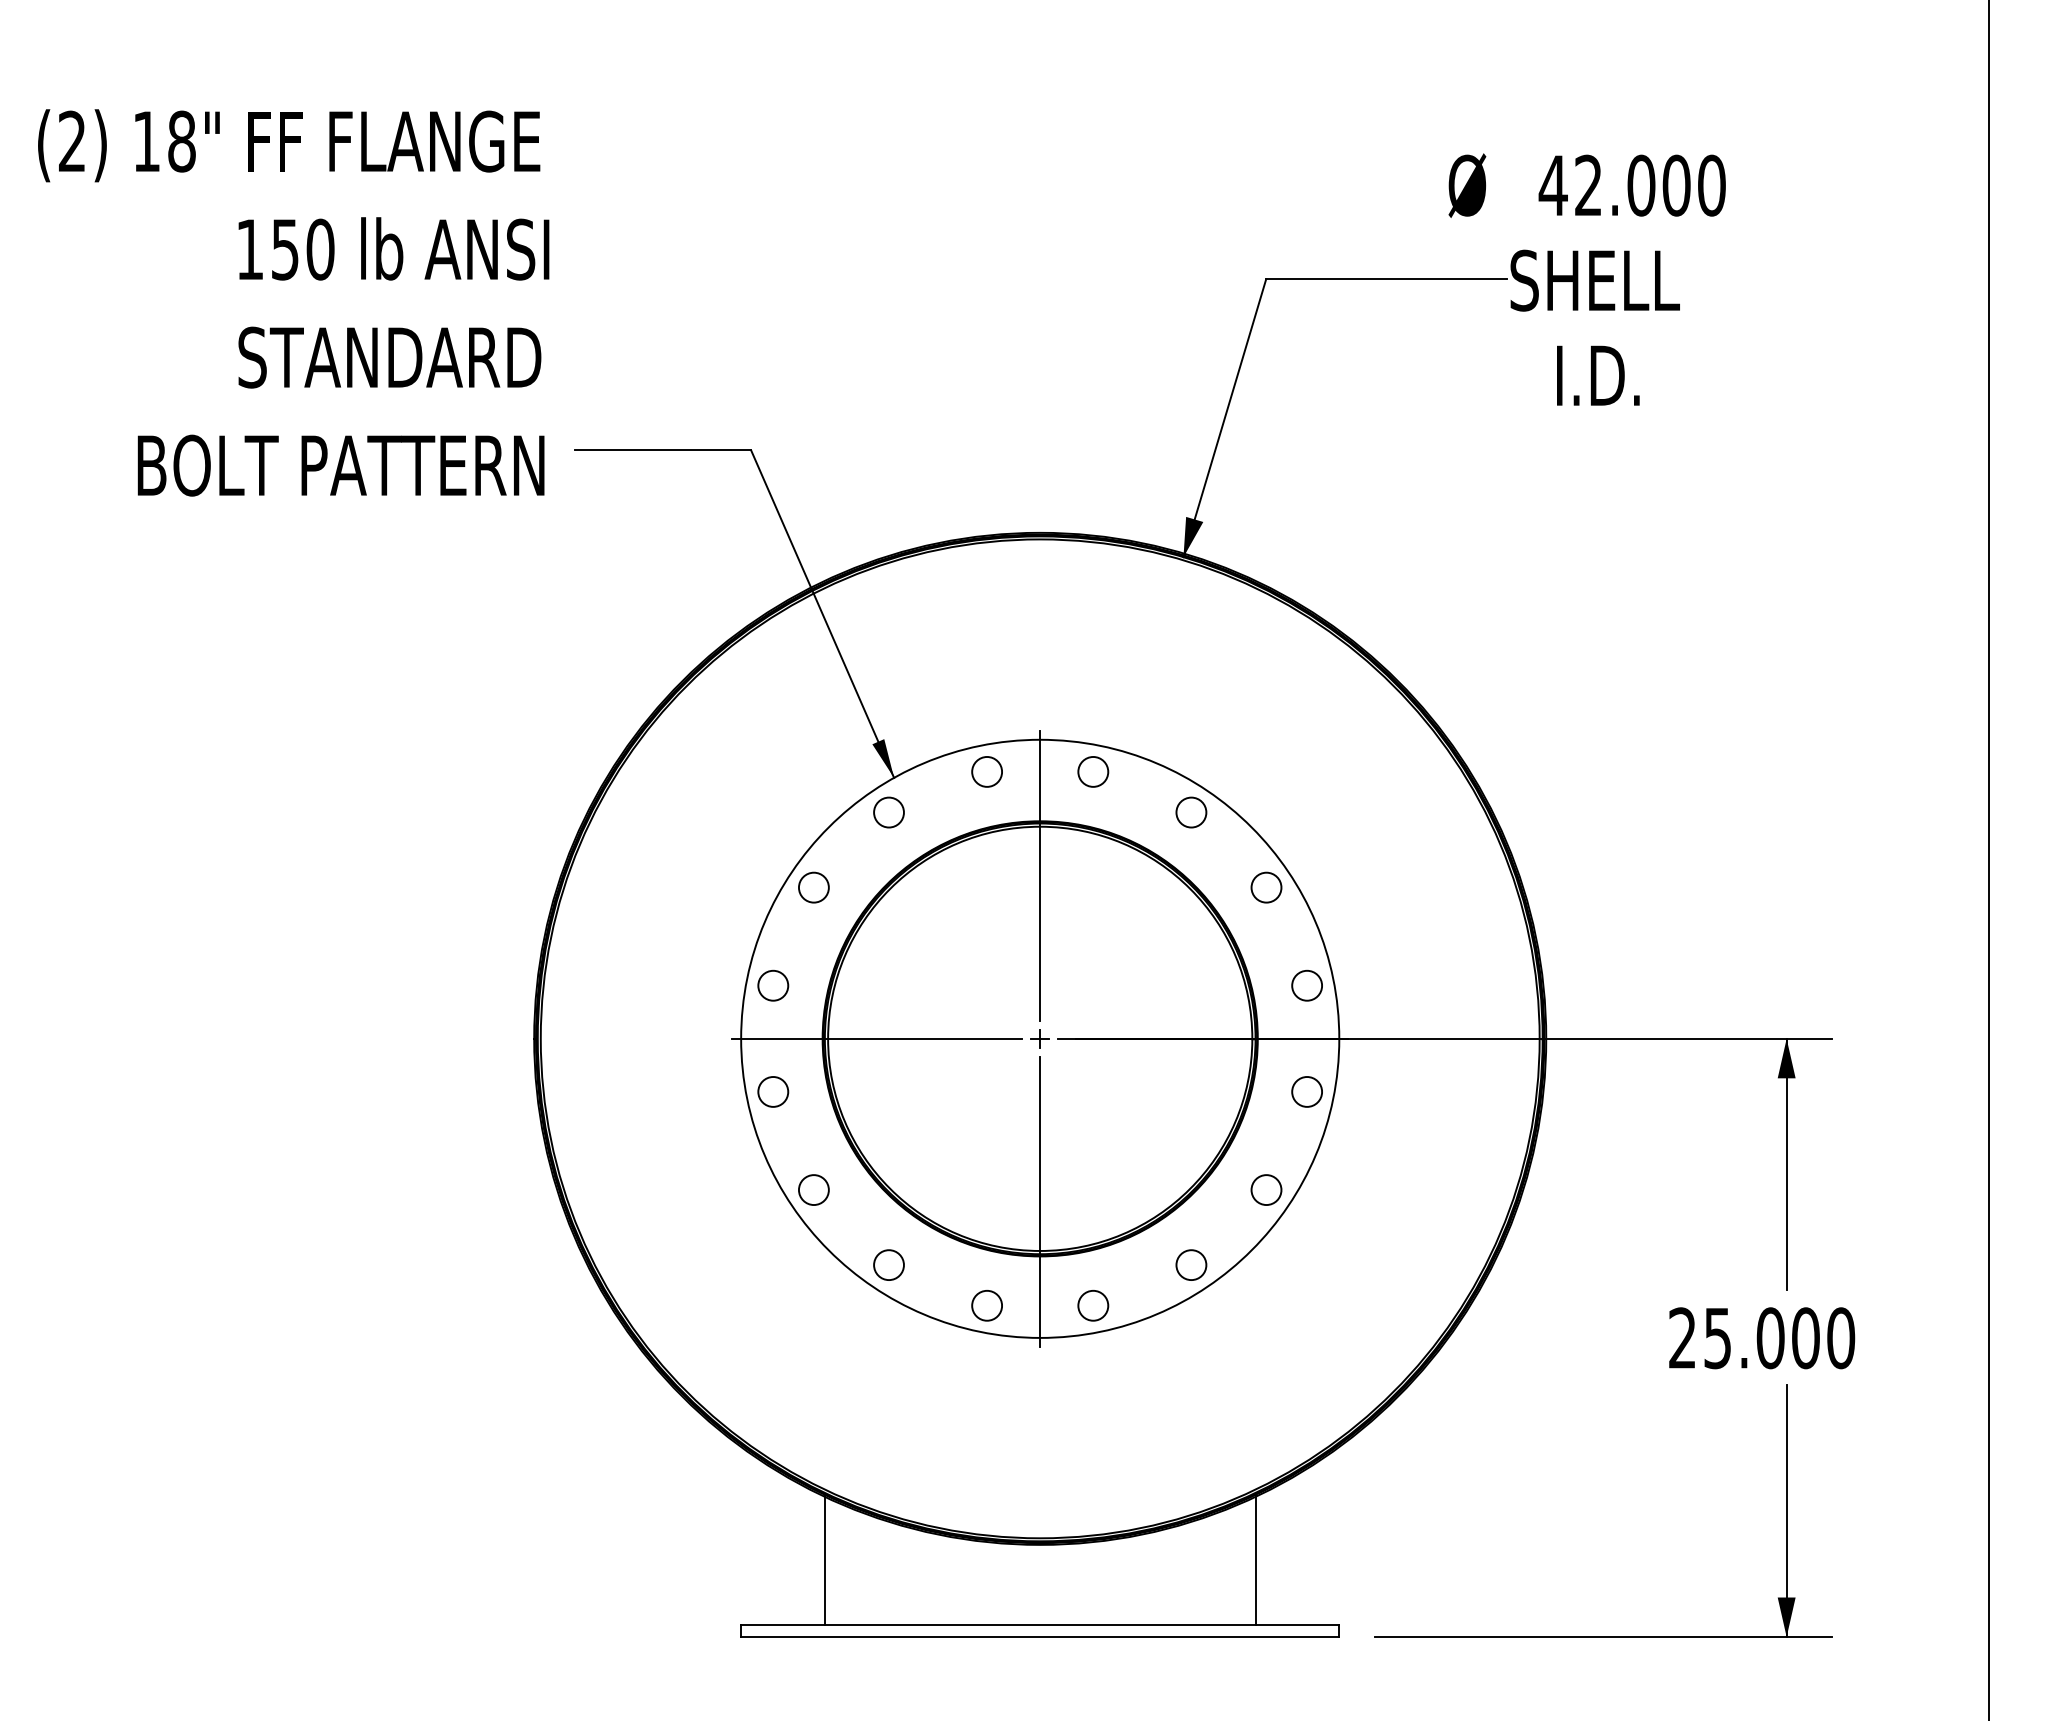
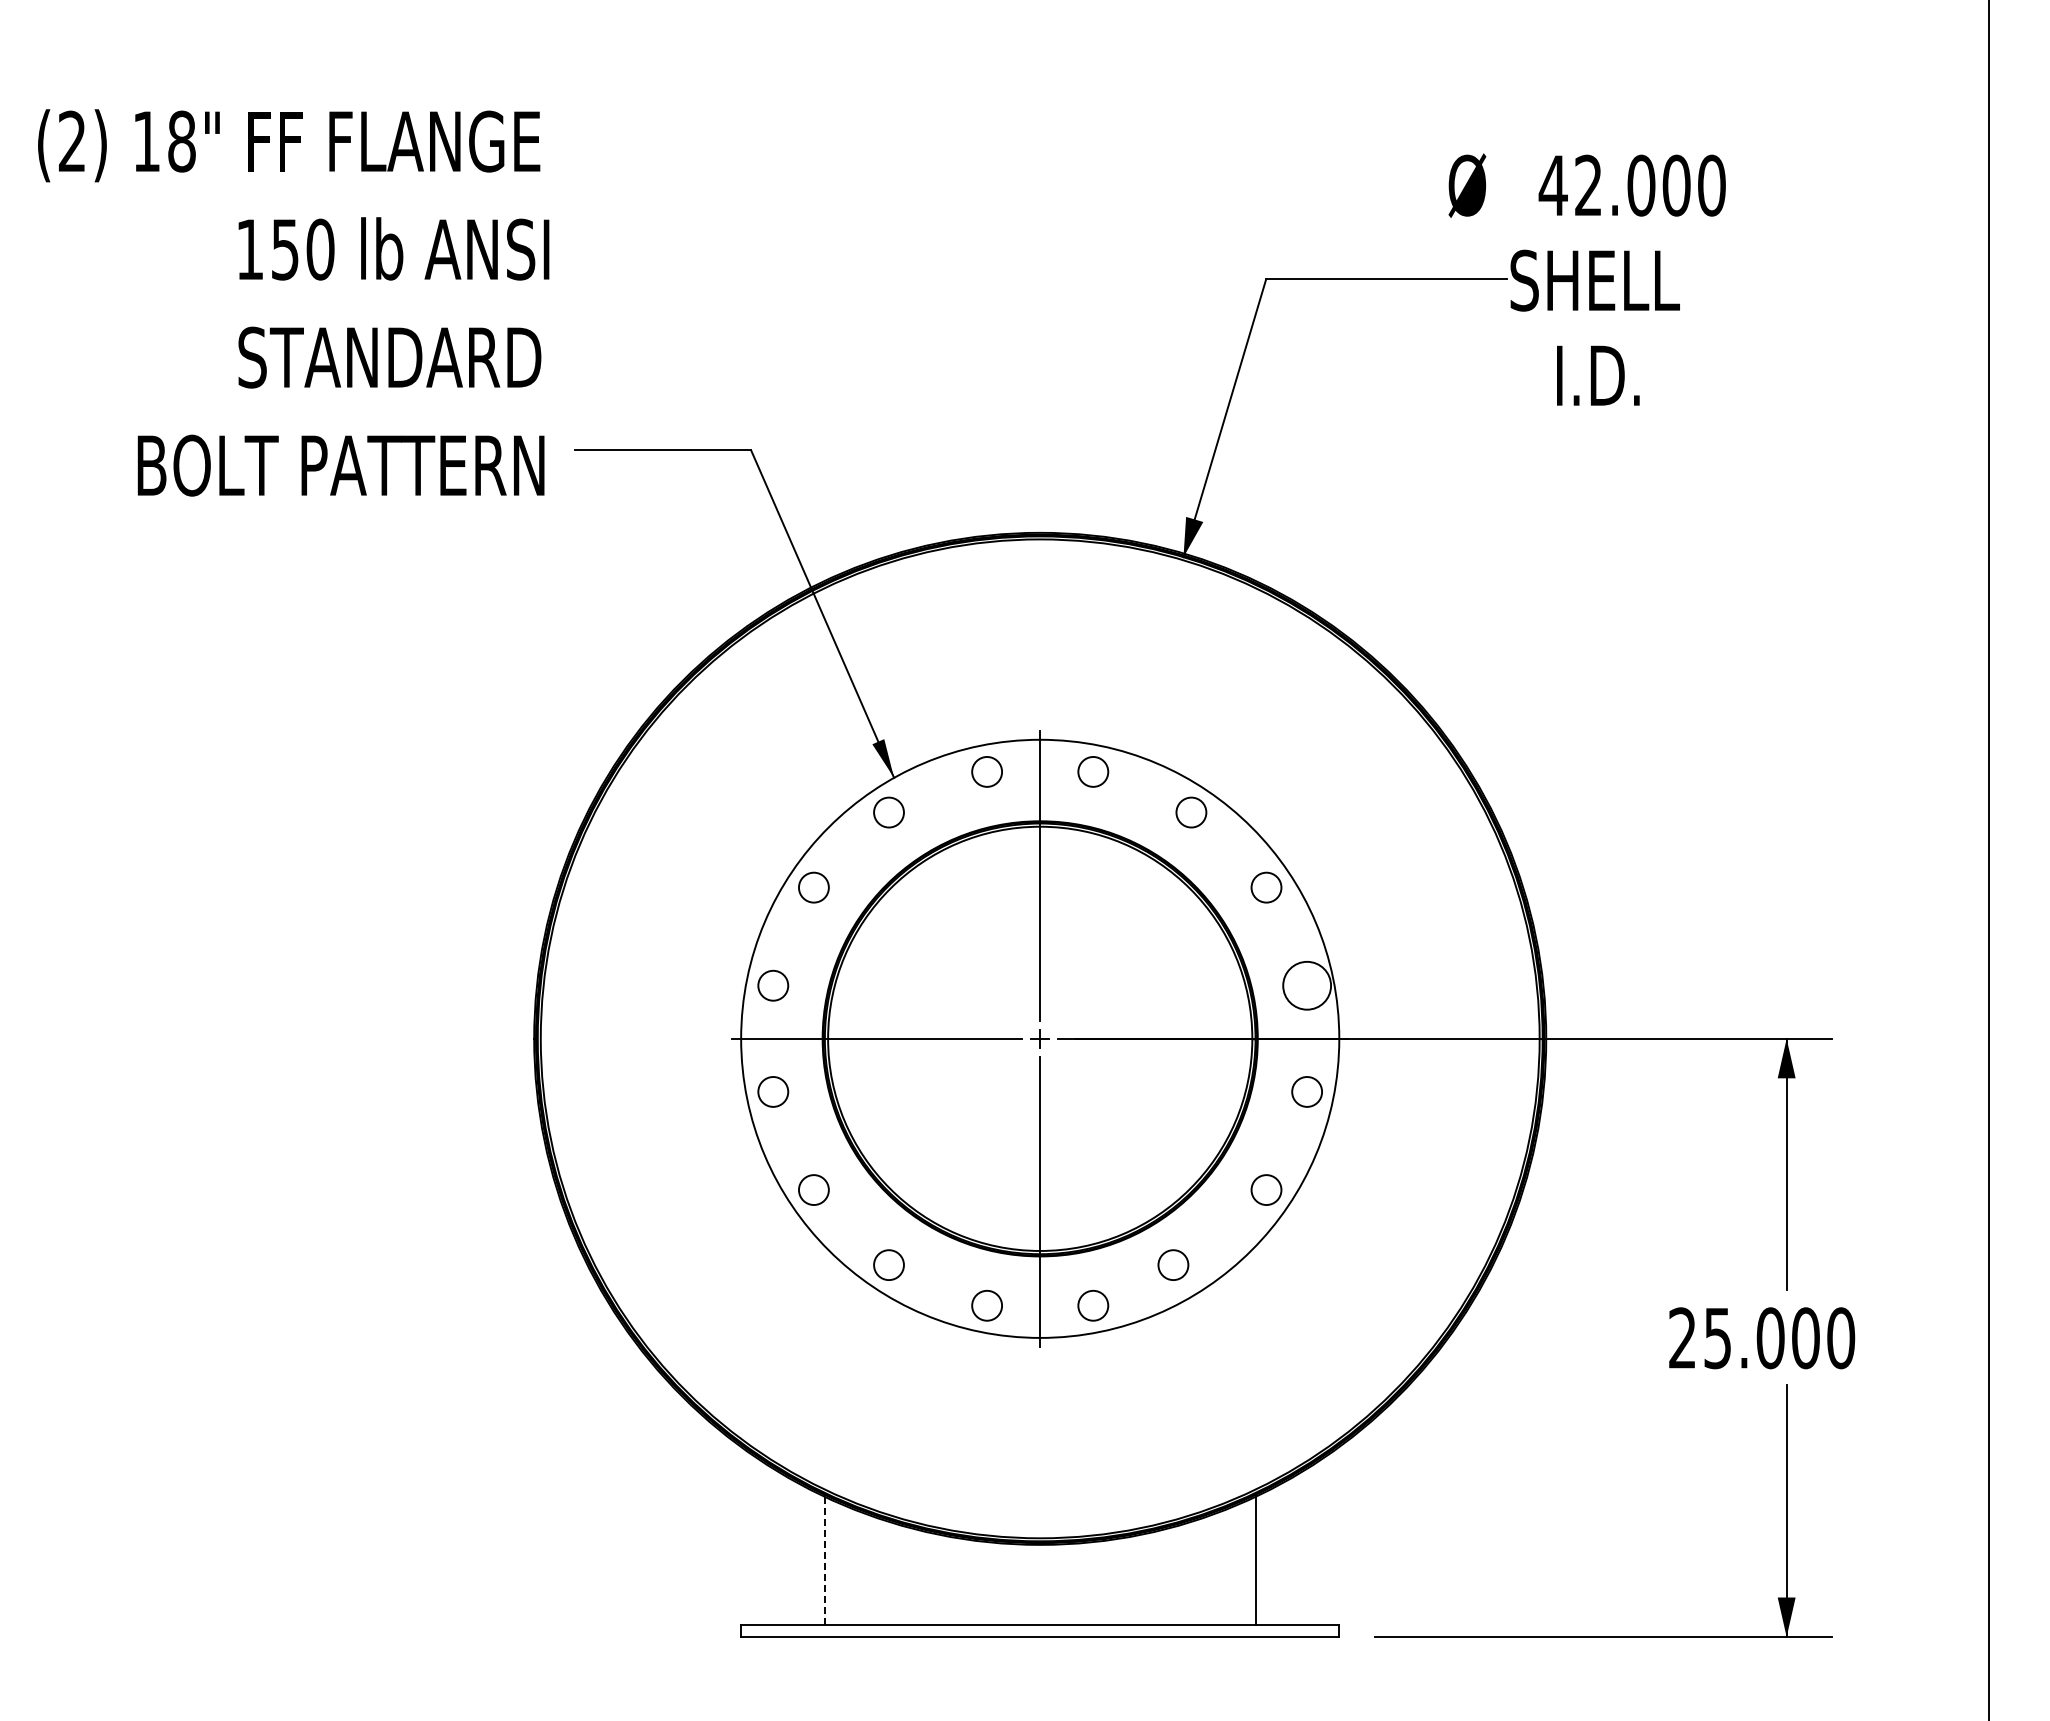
circle at (1307, 985) diameter: 30 px -> 48 px
circle at (1191, 1264) position: (1191, 1264) -> (1173, 1264)
line at (824, 1561): solid -> dashed
